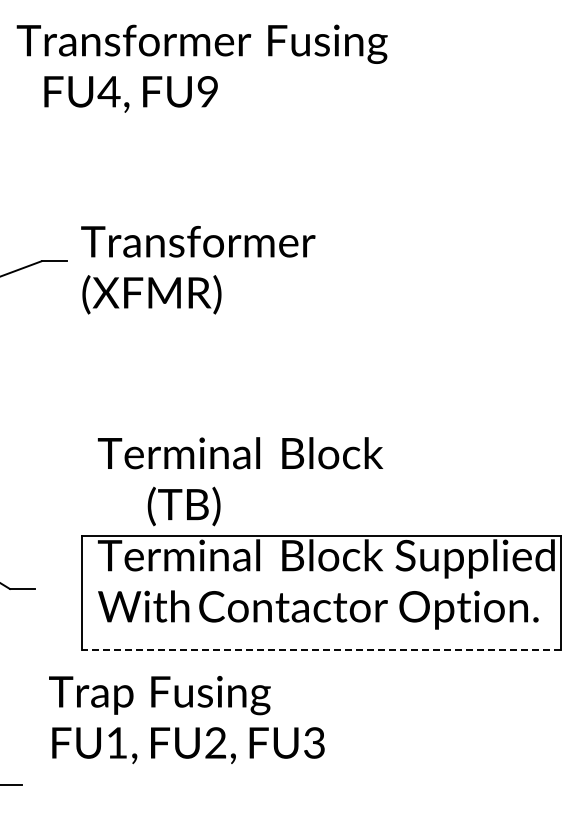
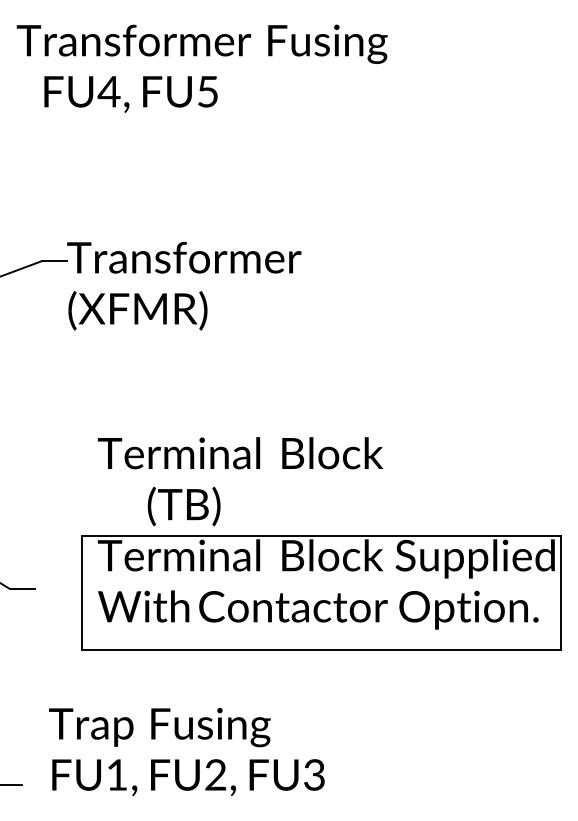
text at (207, 91): FU9 -> FU5
text at (198, 270) position: (198, 270) -> (184, 286)
line at (320, 650): dashed -> solid
text at (186, 720) position: (186, 720) -> (186, 752)
